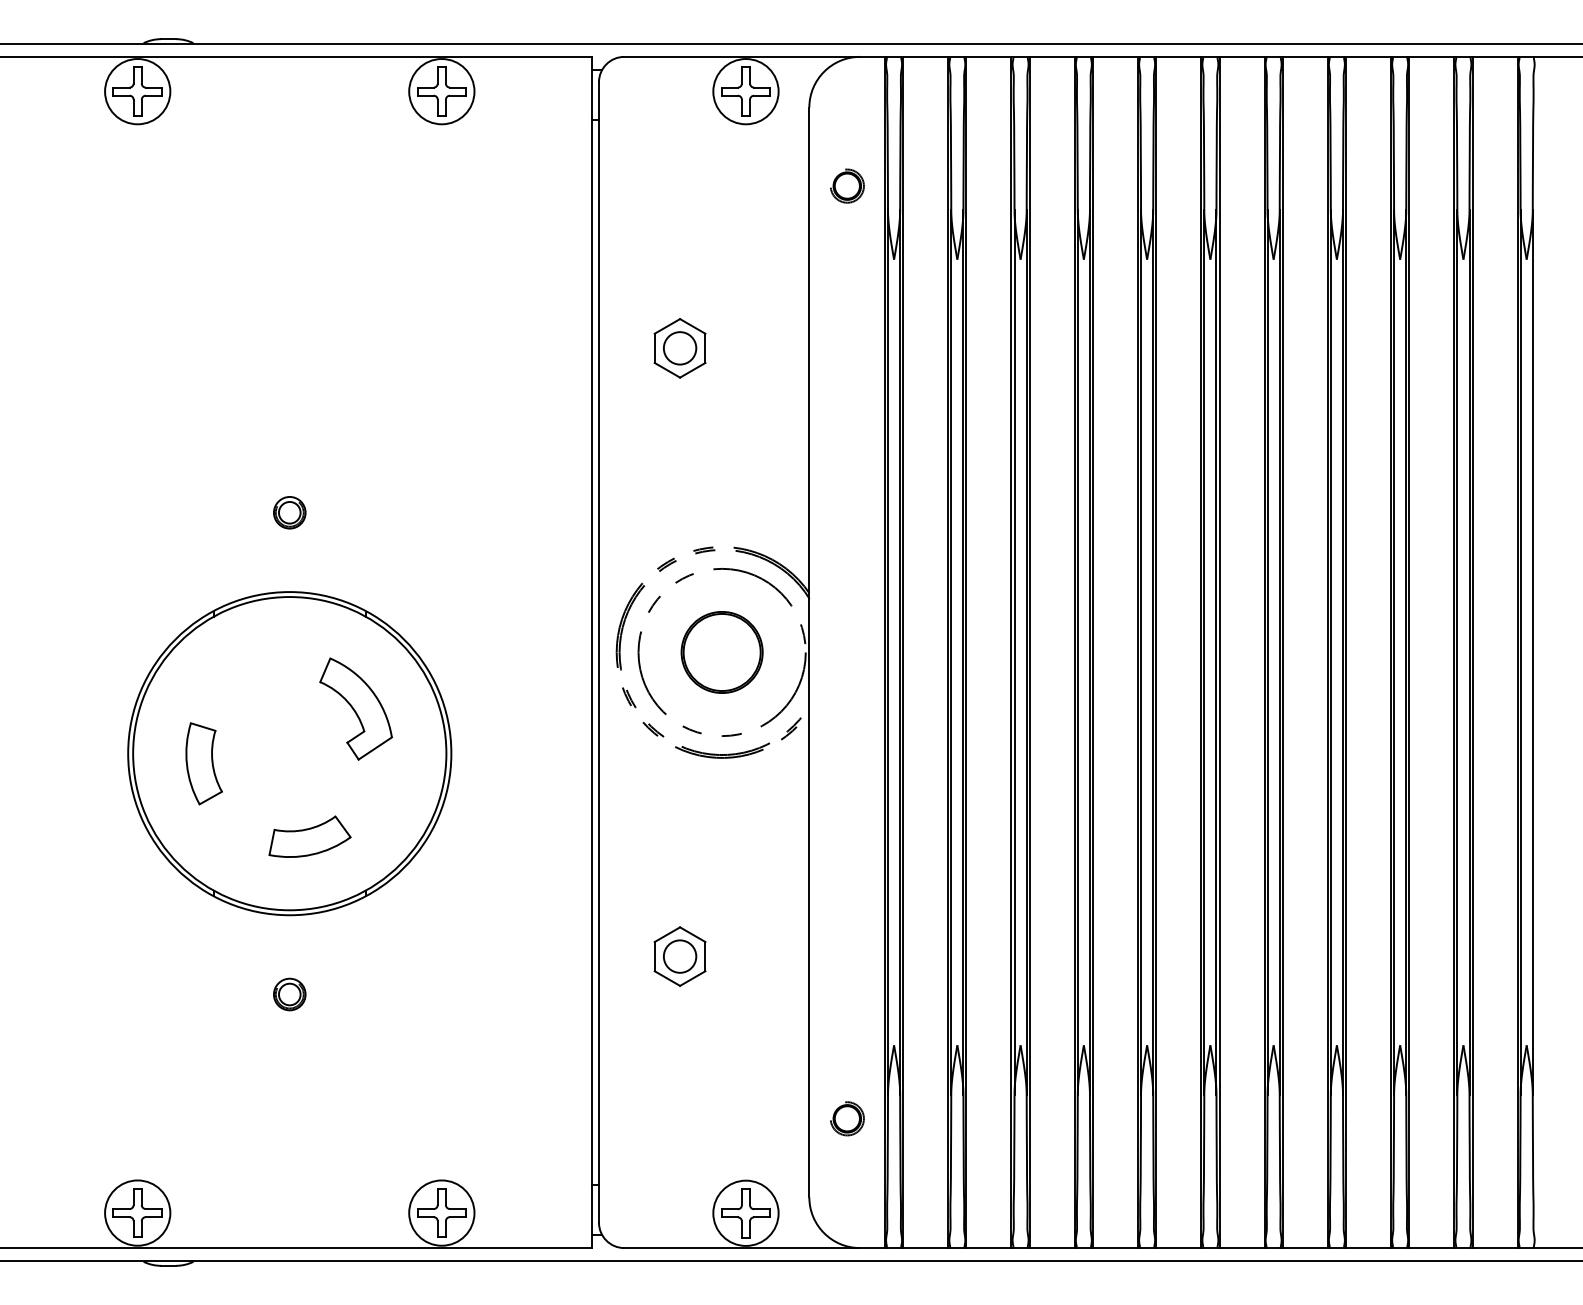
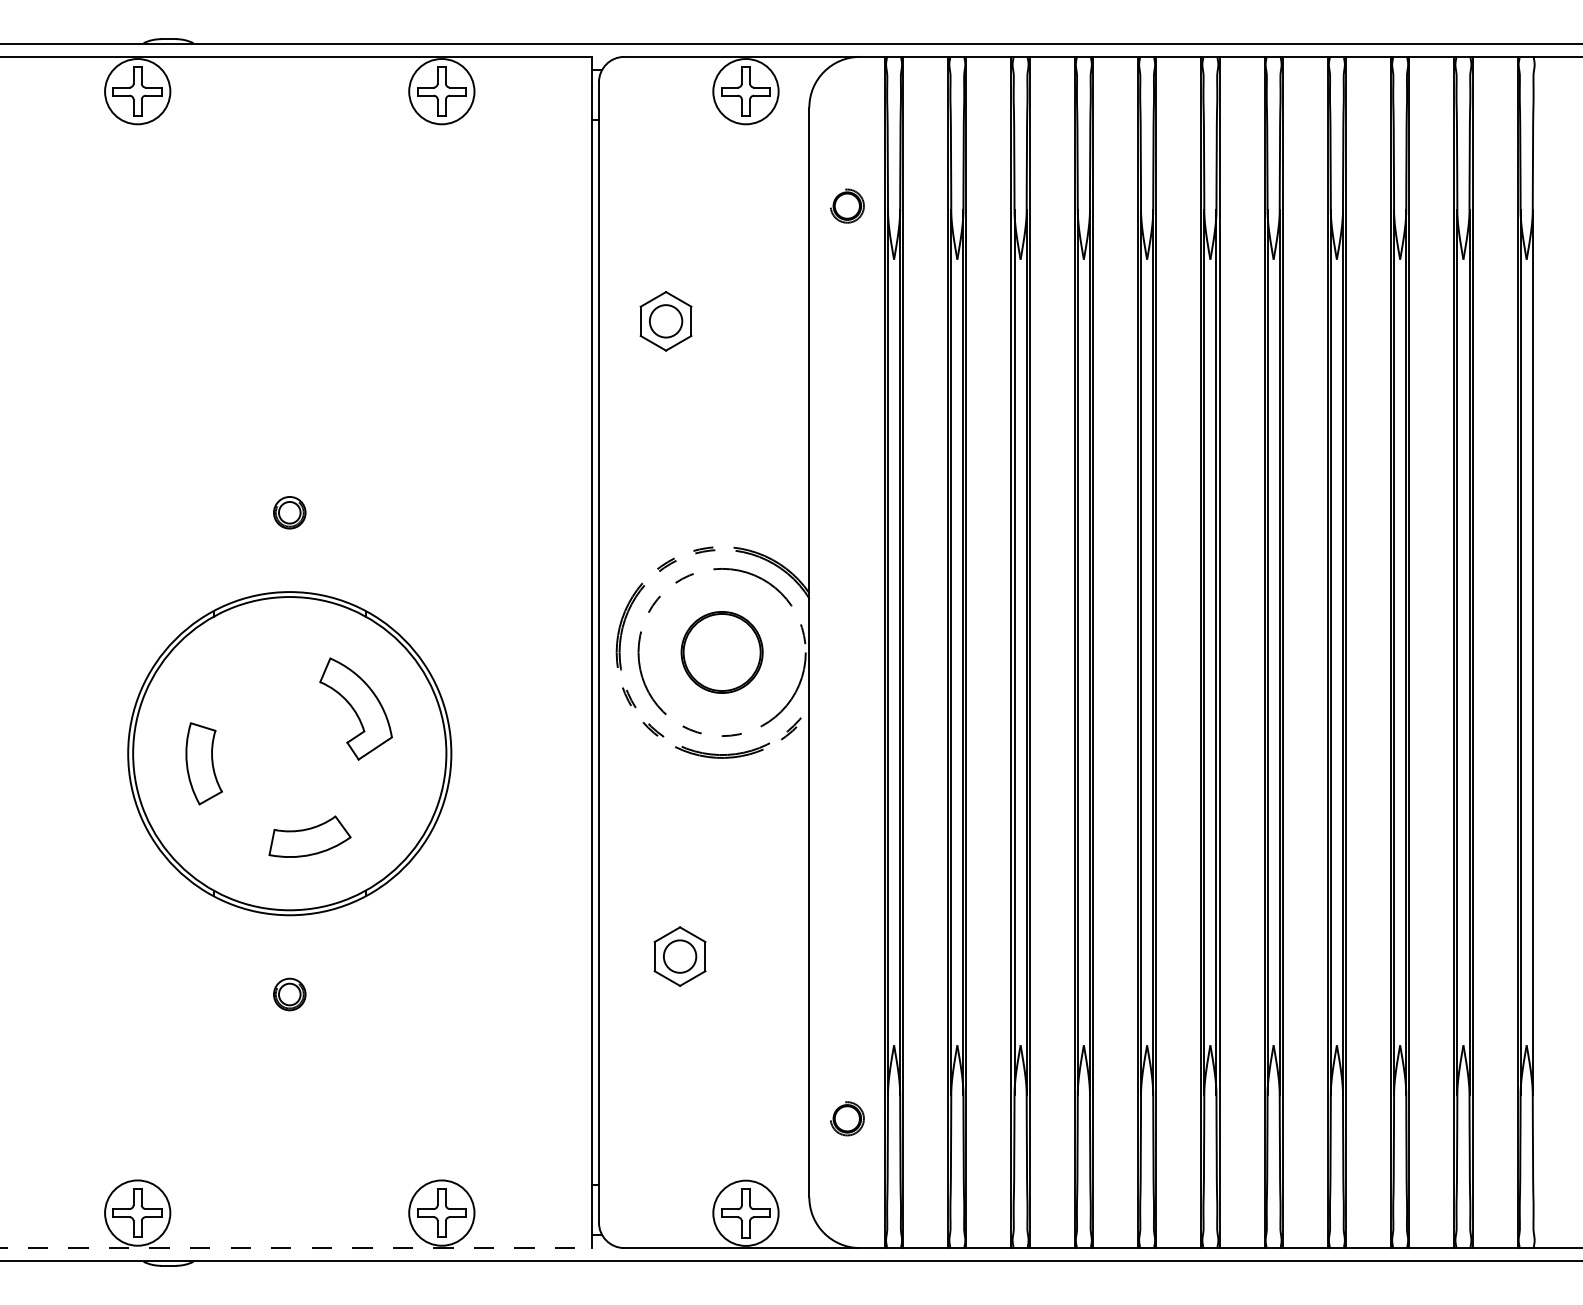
part at (847, 185) position: (847, 185) -> (847, 205)
part at (679, 348) position: (679, 348) -> (665, 321)
line at (296, 1247): solid -> dashed
